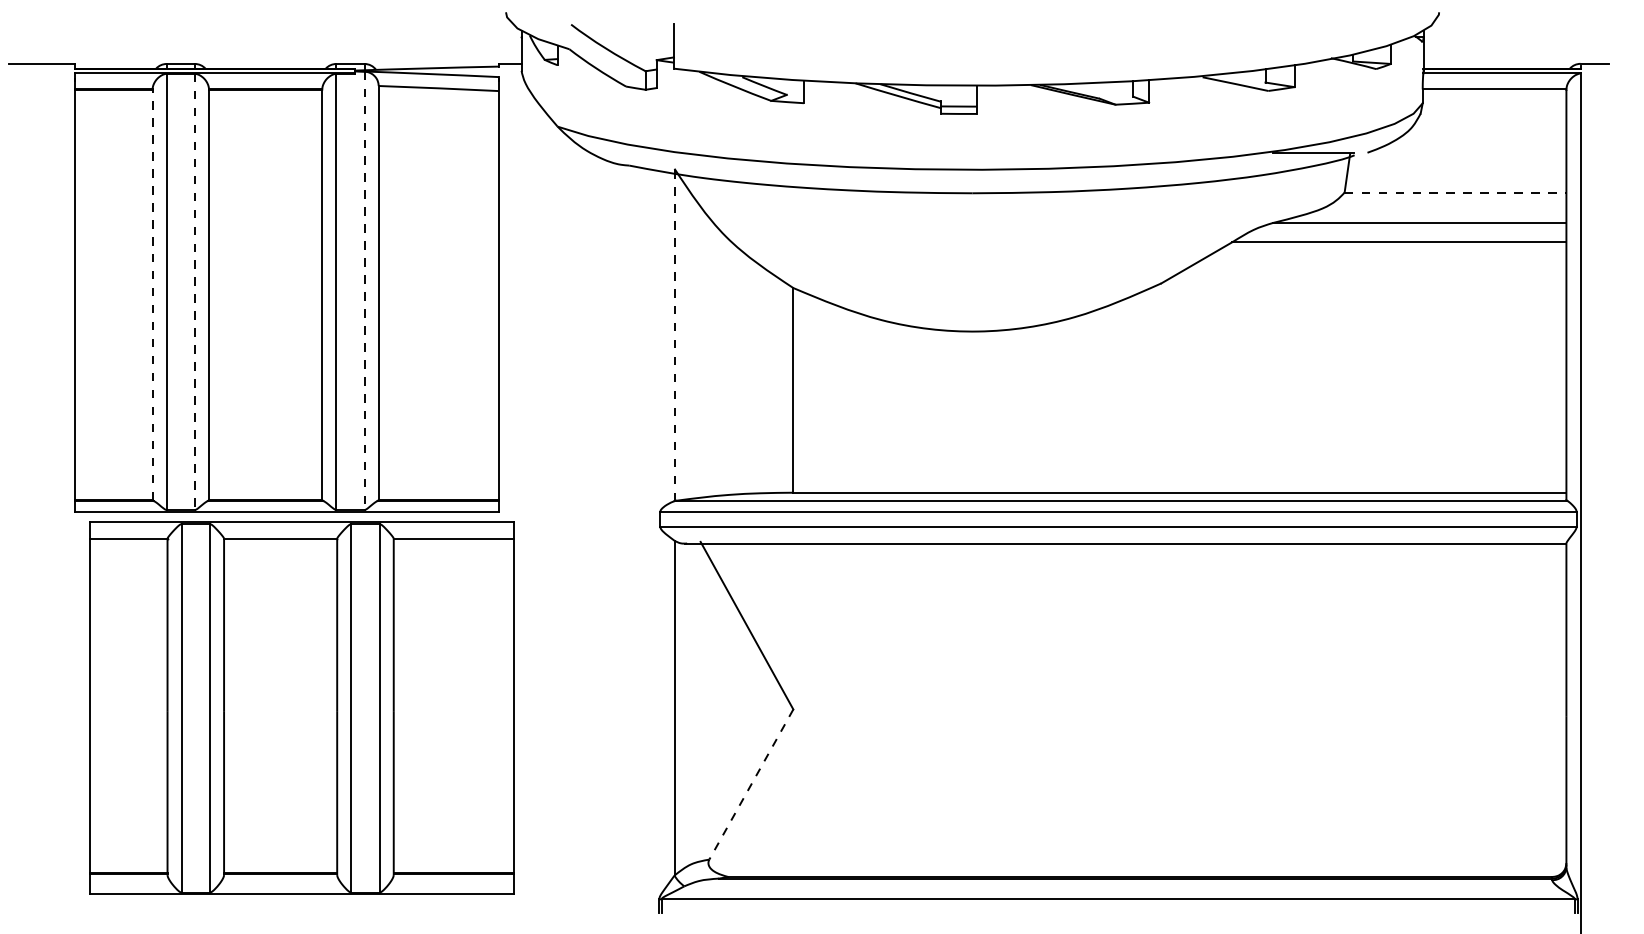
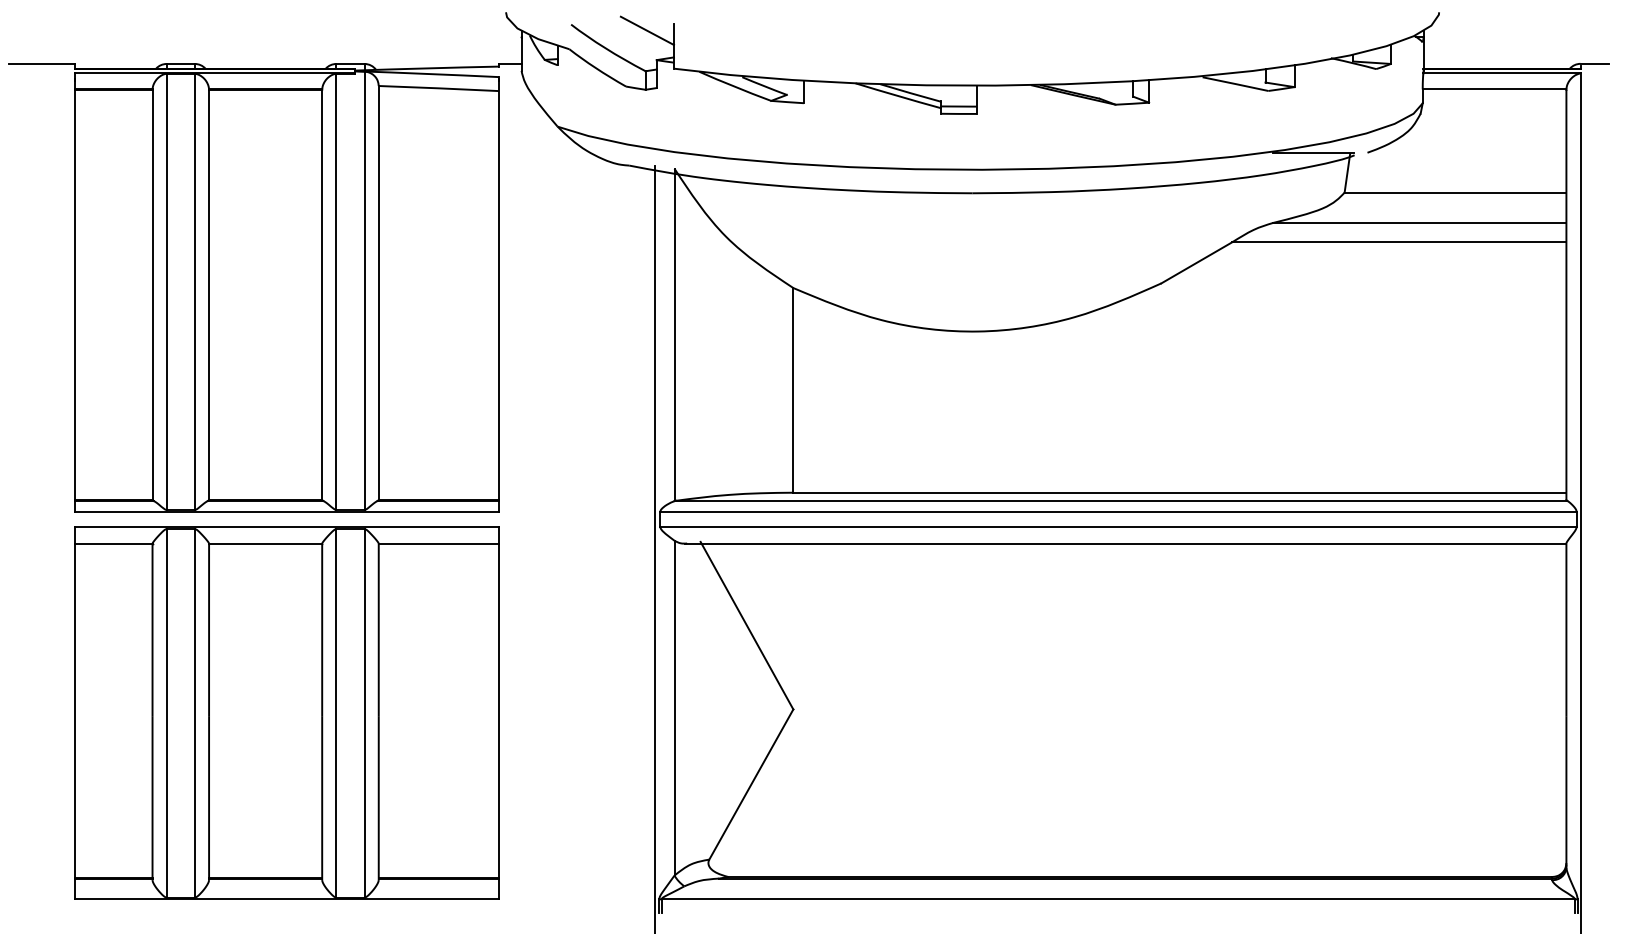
line at (647, 30): none -> present
line at (1455, 192): dashed -> solid
line at (364, 291): dashed -> solid
line at (194, 292): dashed -> solid
line at (152, 295): dashed -> solid
line at (674, 334): dashed -> solid
line at (654, 547): none -> present
part at (301, 707) position: (301, 707) -> (286, 712)
line at (751, 784): dashed -> solid
